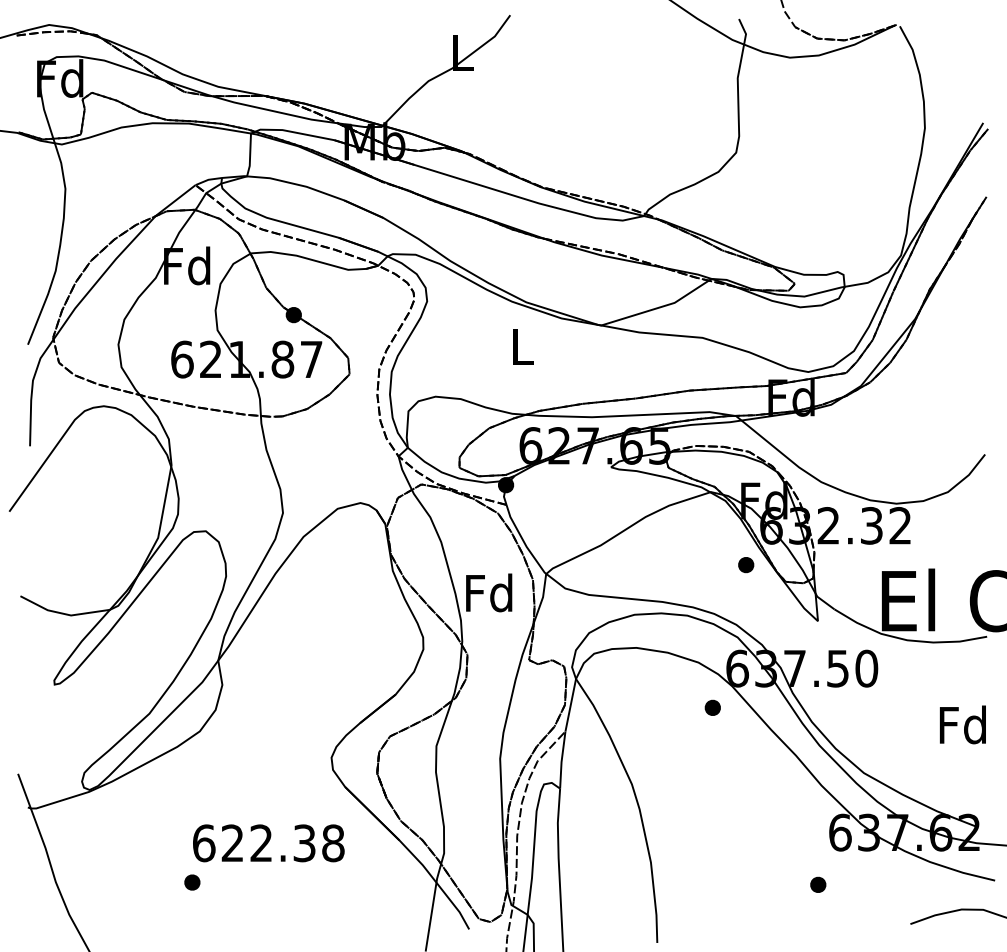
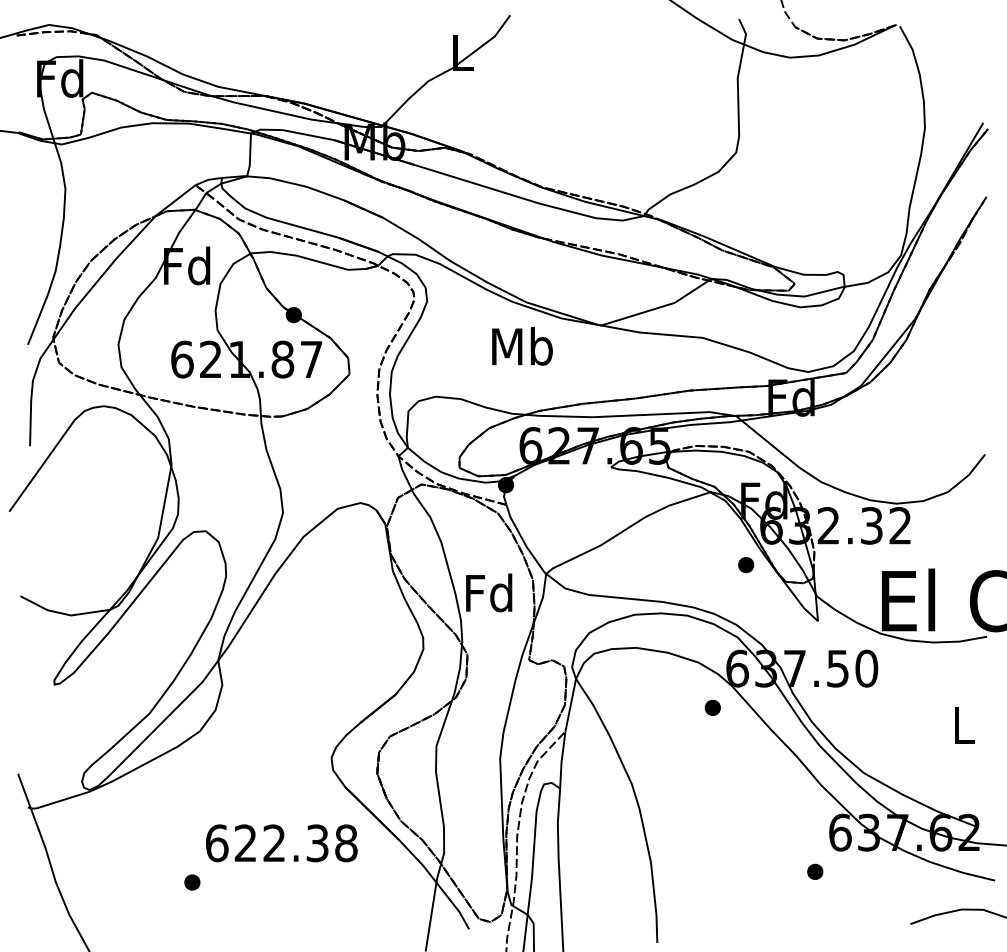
text at (522, 346): L -> Mb
text at (962, 724): Fd -> L
text at (268, 843) position: (268, 843) -> (281, 843)
part at (818, 884) position: (818, 884) -> (815, 871)
